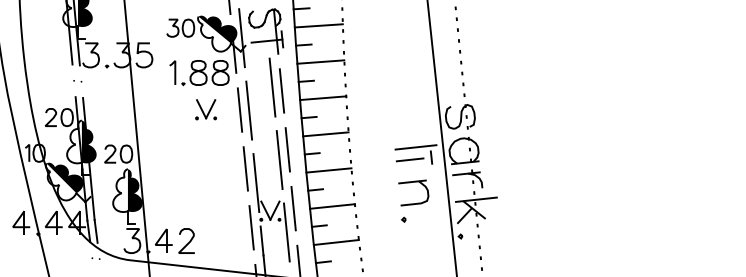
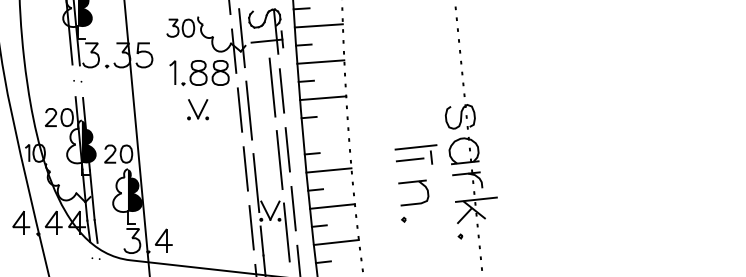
fill at (217, 29): present -> none
part at (205, 109) position: (205, 109) -> (197, 109)
line at (325, 134): present -> none
line at (441, 137): present -> none
fill at (64, 177): present -> none
curve at (188, 242): present -> none
